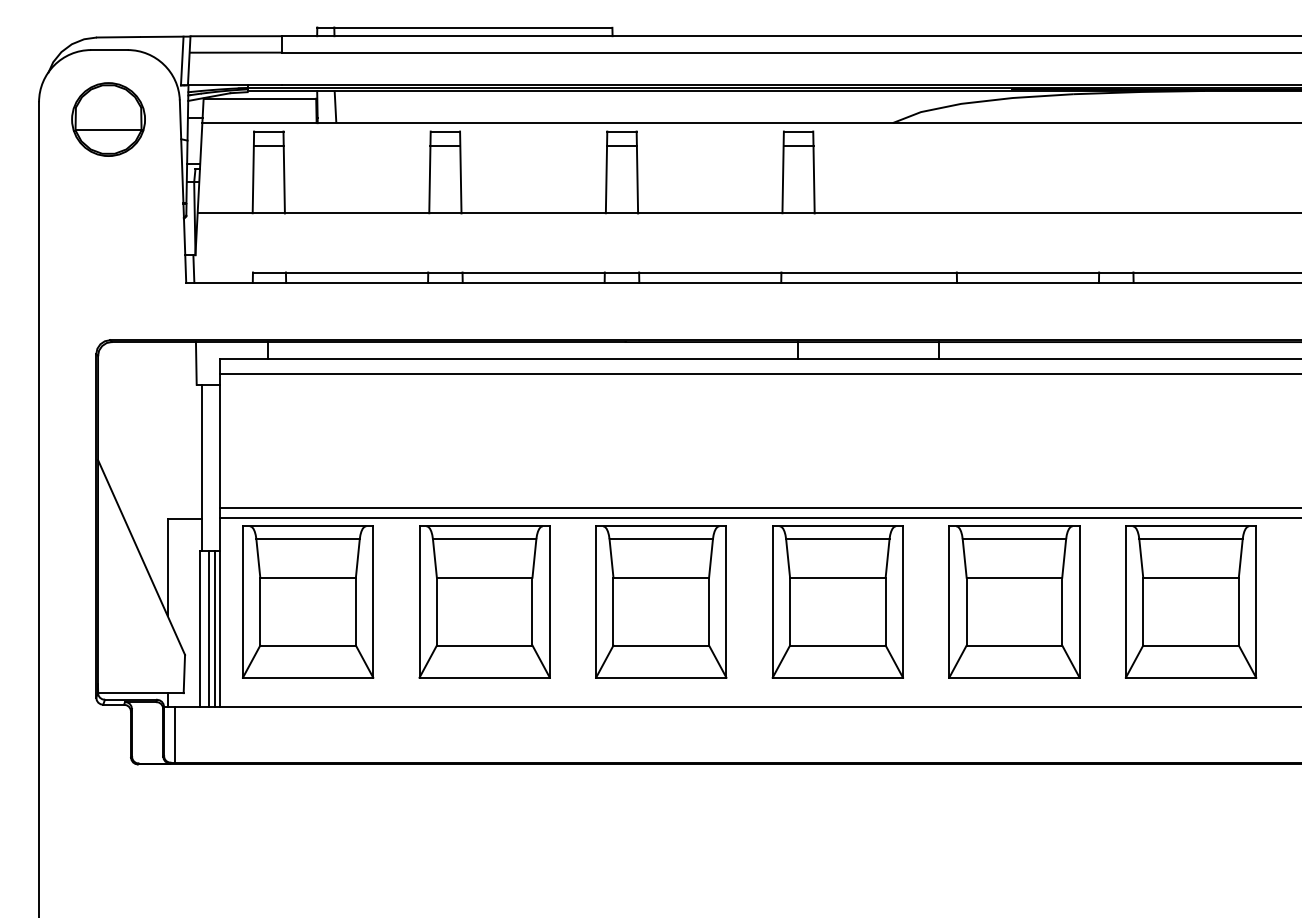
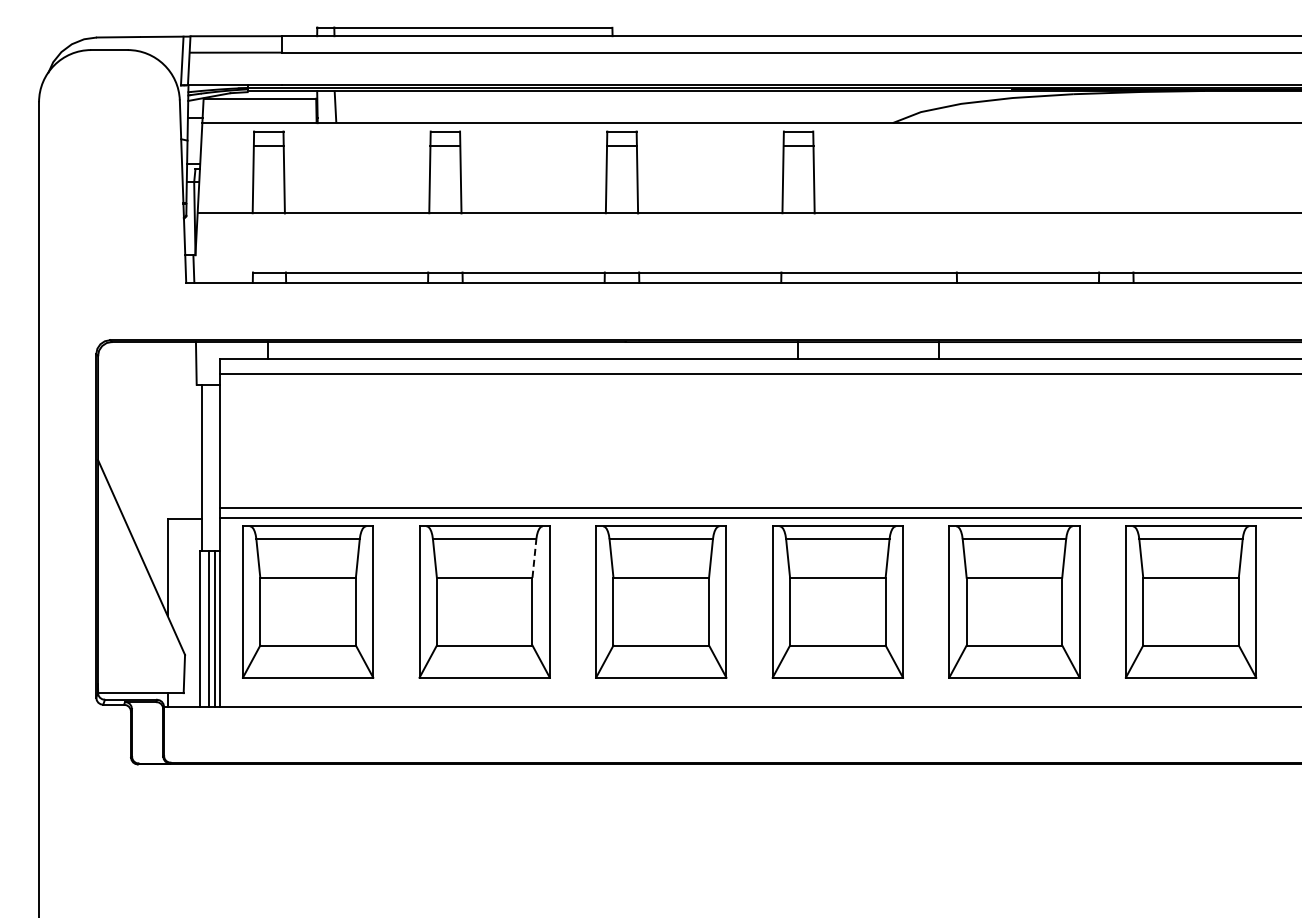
part at (108, 119): present -> none
line at (534, 557): solid -> dashed
line at (174, 734): present -> none
